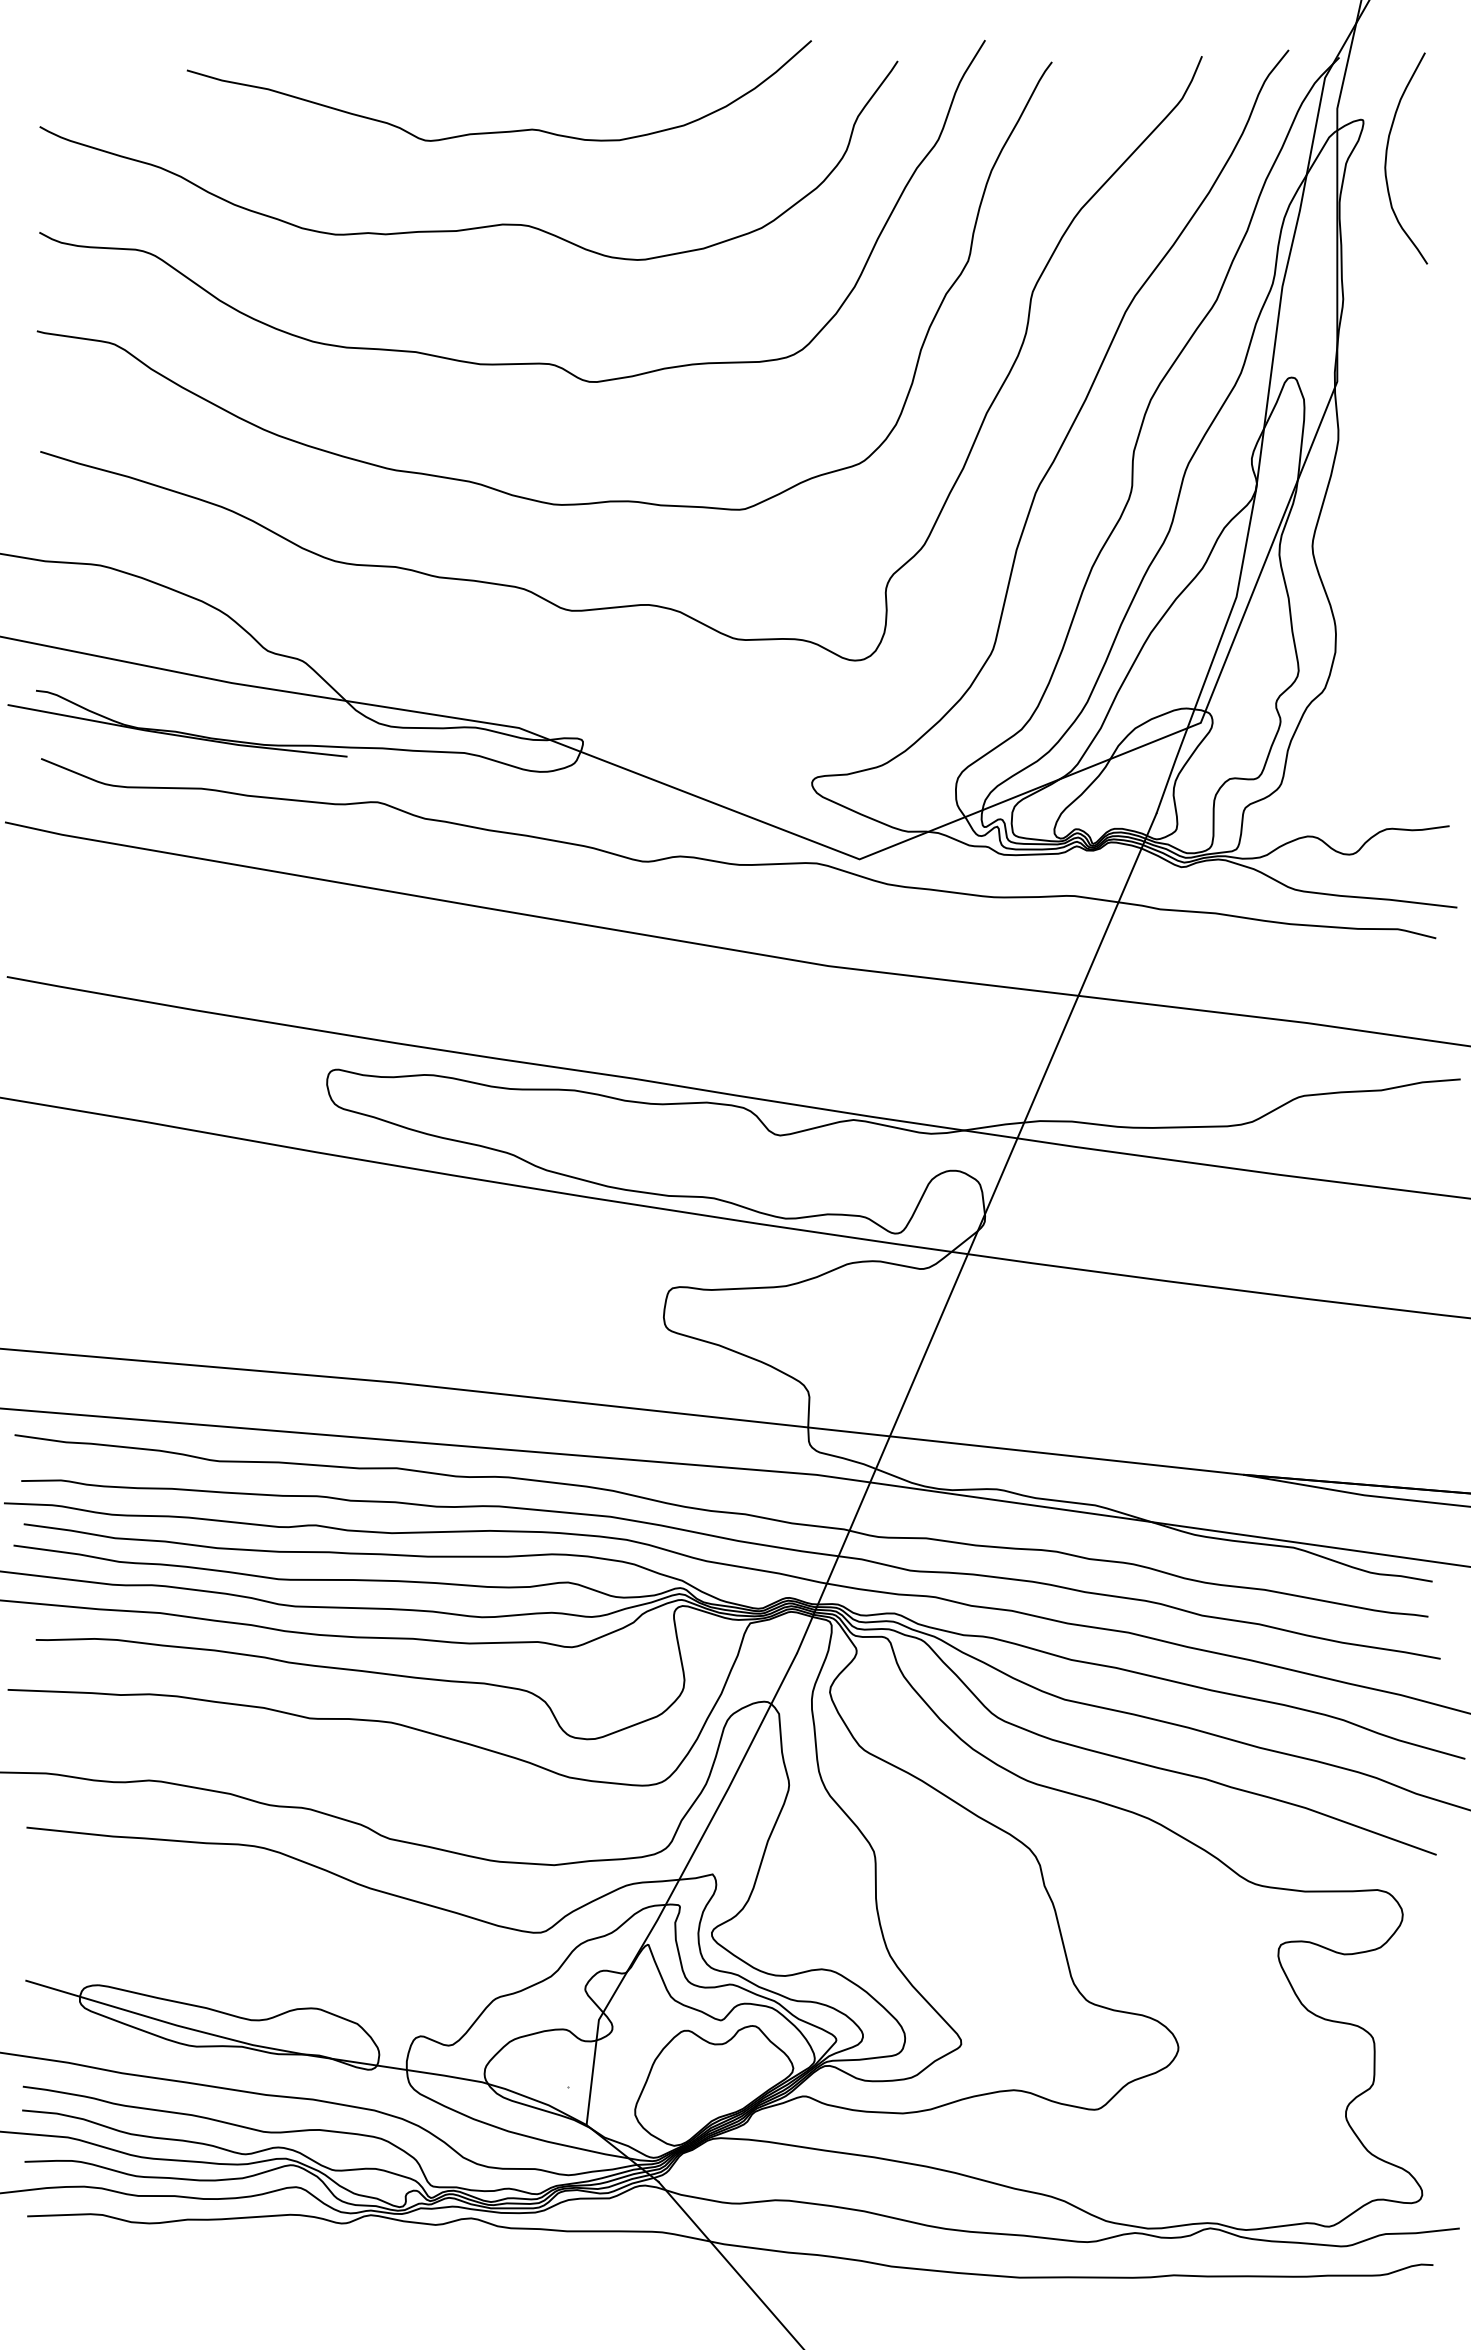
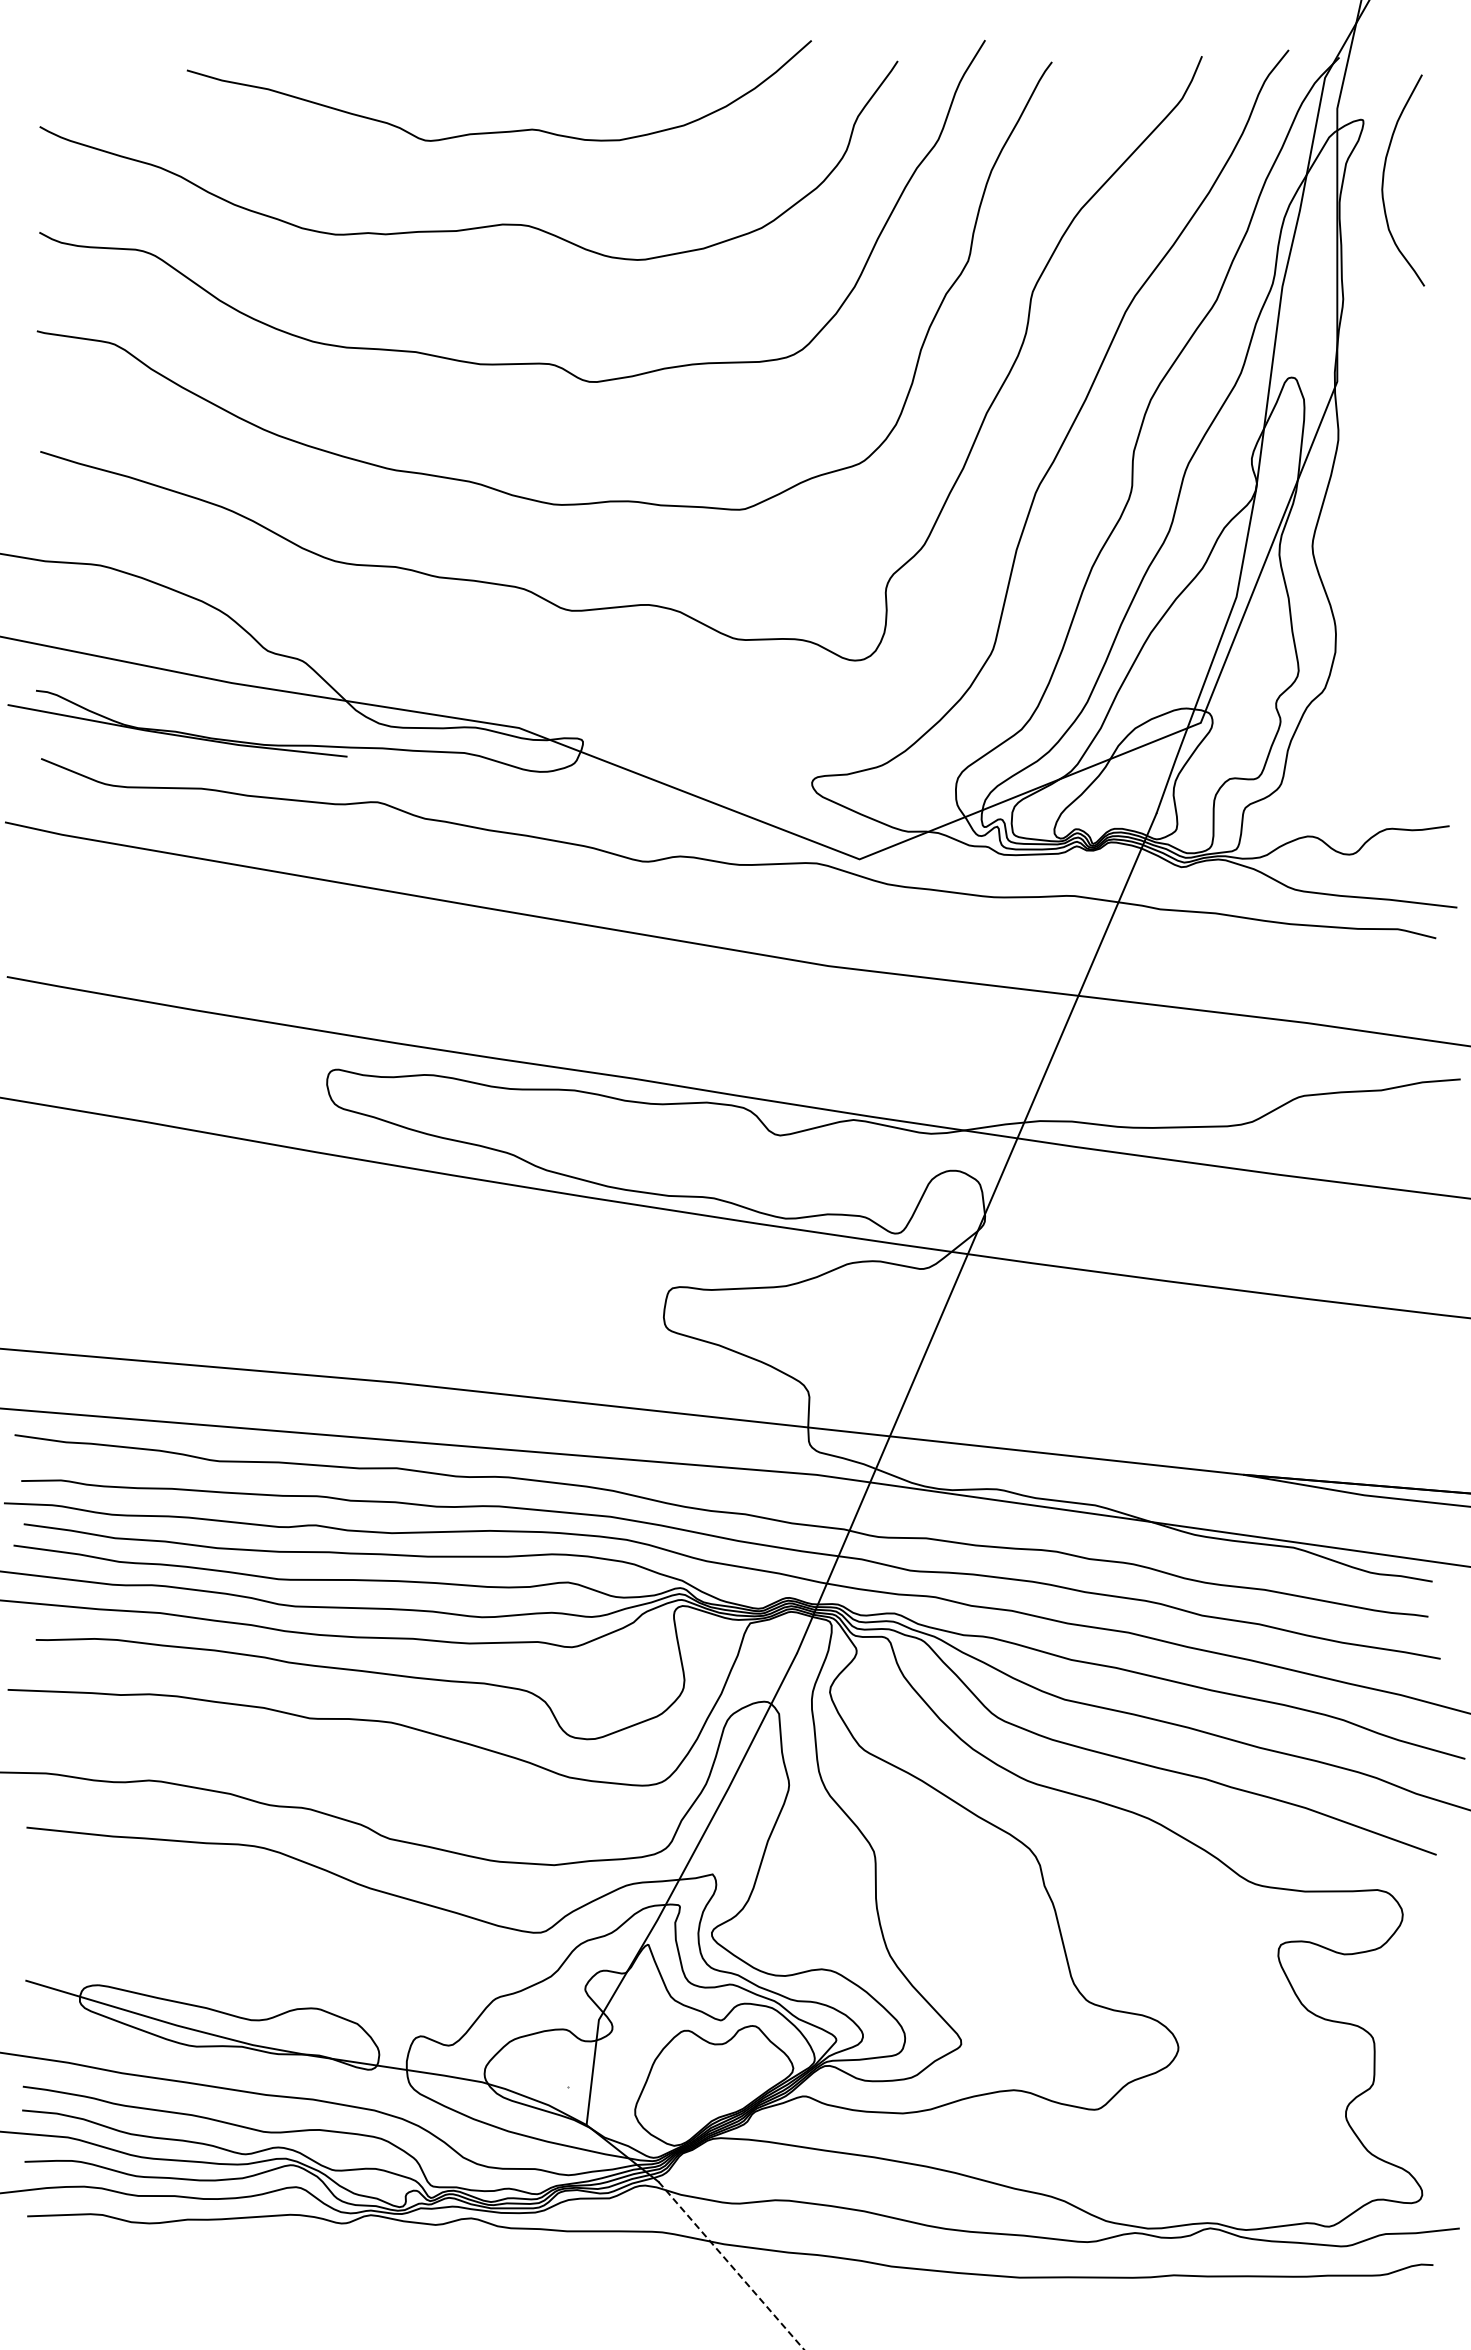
curve at (1387, 155) position: (1387, 155) -> (1384, 177)
line at (731, 2265): solid -> dashed
